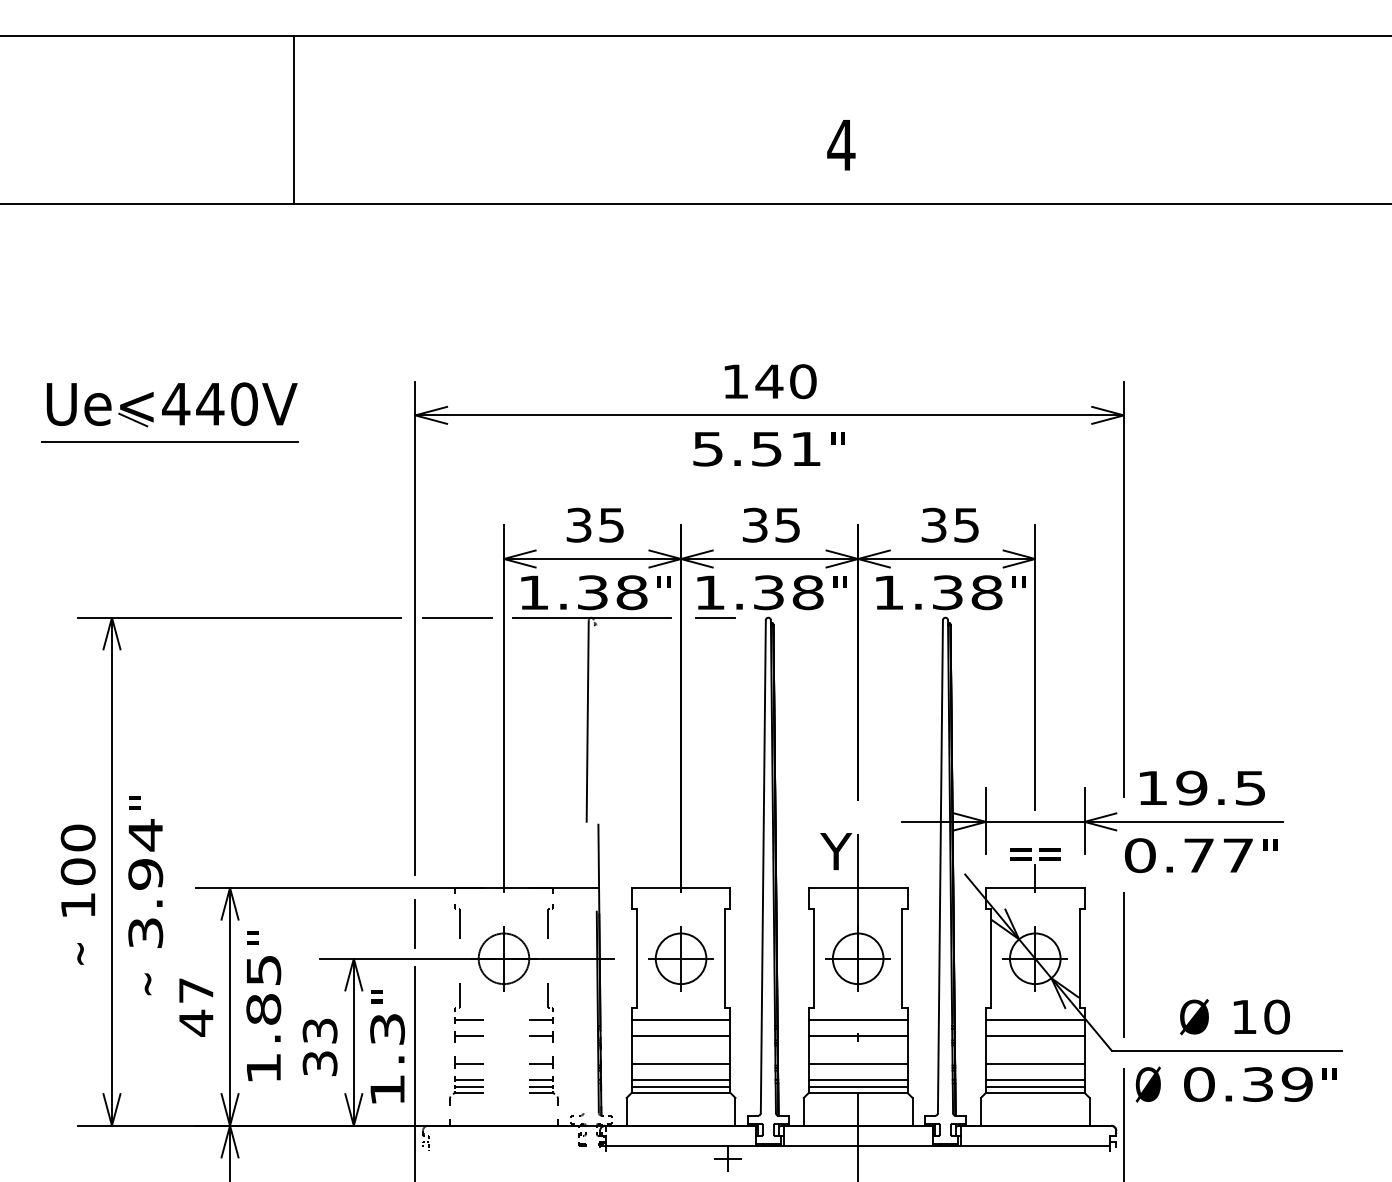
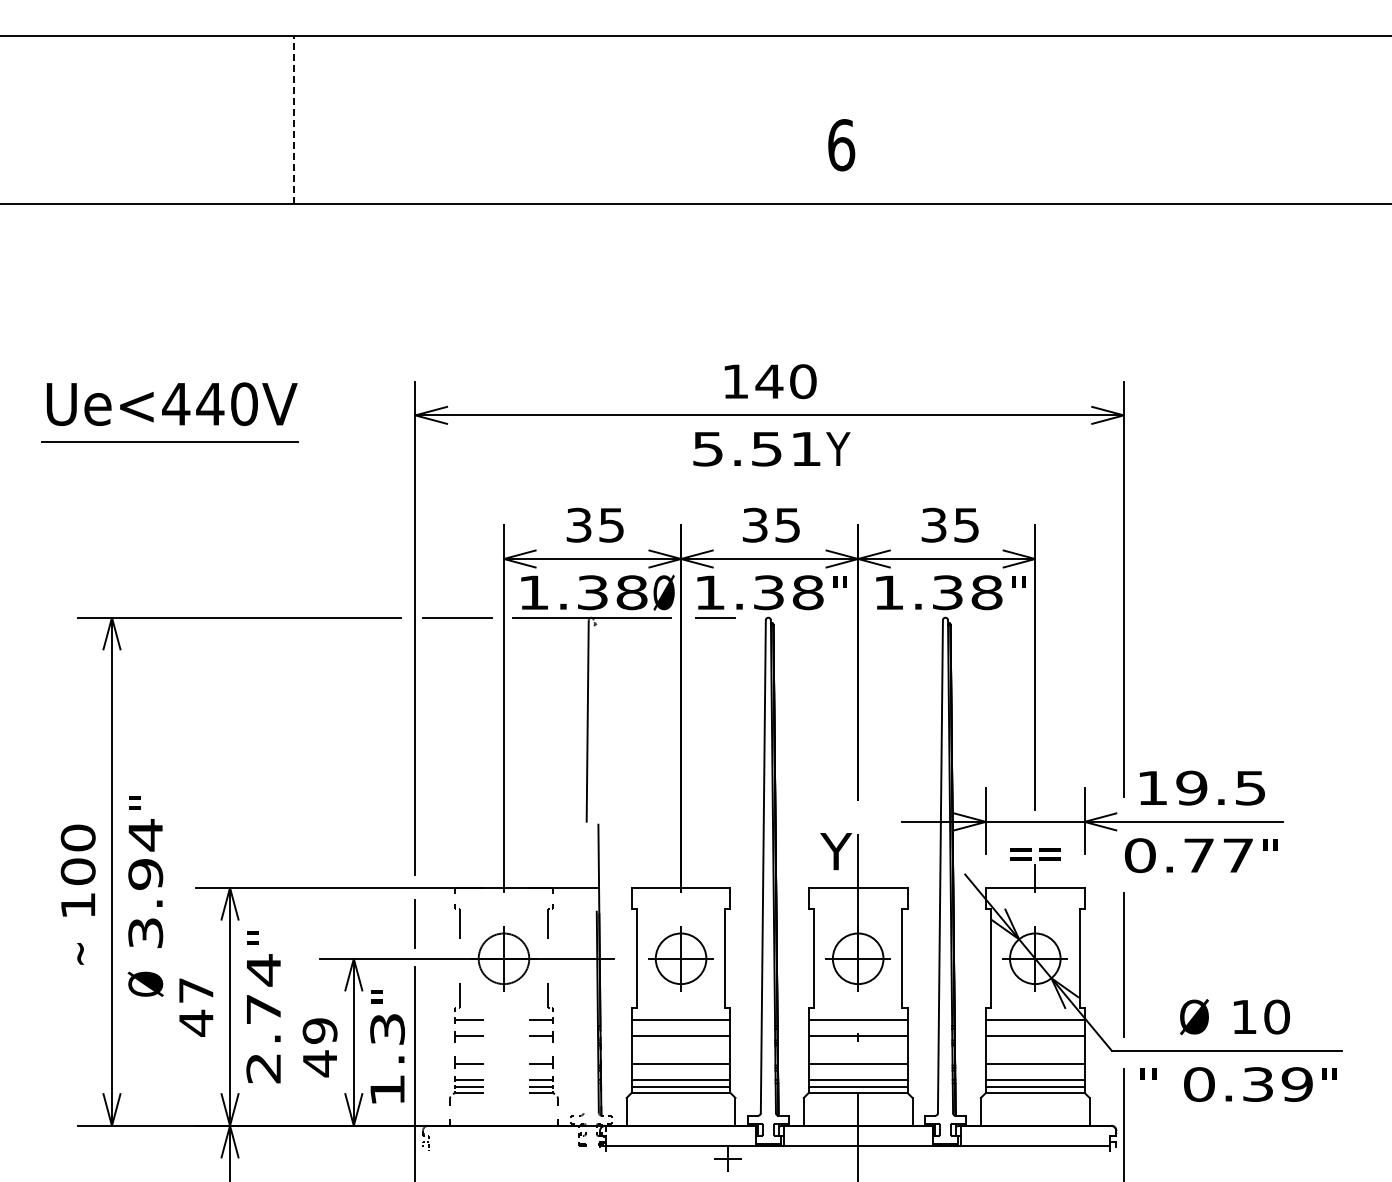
line at (293, 119): solid -> dashed
text at (841, 145): 4 -> 6
line at (133, 419): present -> none
text at (838, 448): " -> Y
text at (663, 592): " -> Ø
text at (145, 983): ~ -> Ø
text at (263, 1018): 1.85 -> 2.74
text at (319, 1047): 33 -> 49
text at (1147, 1084): Ø -> "
